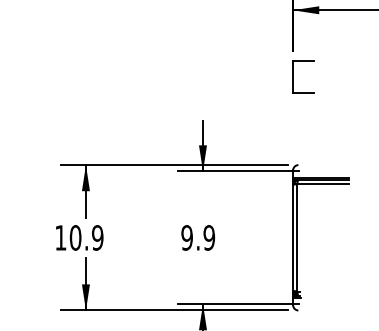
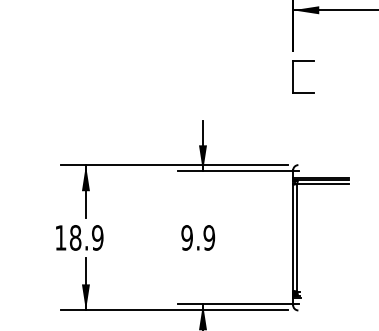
text at (75, 237): 10.9 -> 18.9
